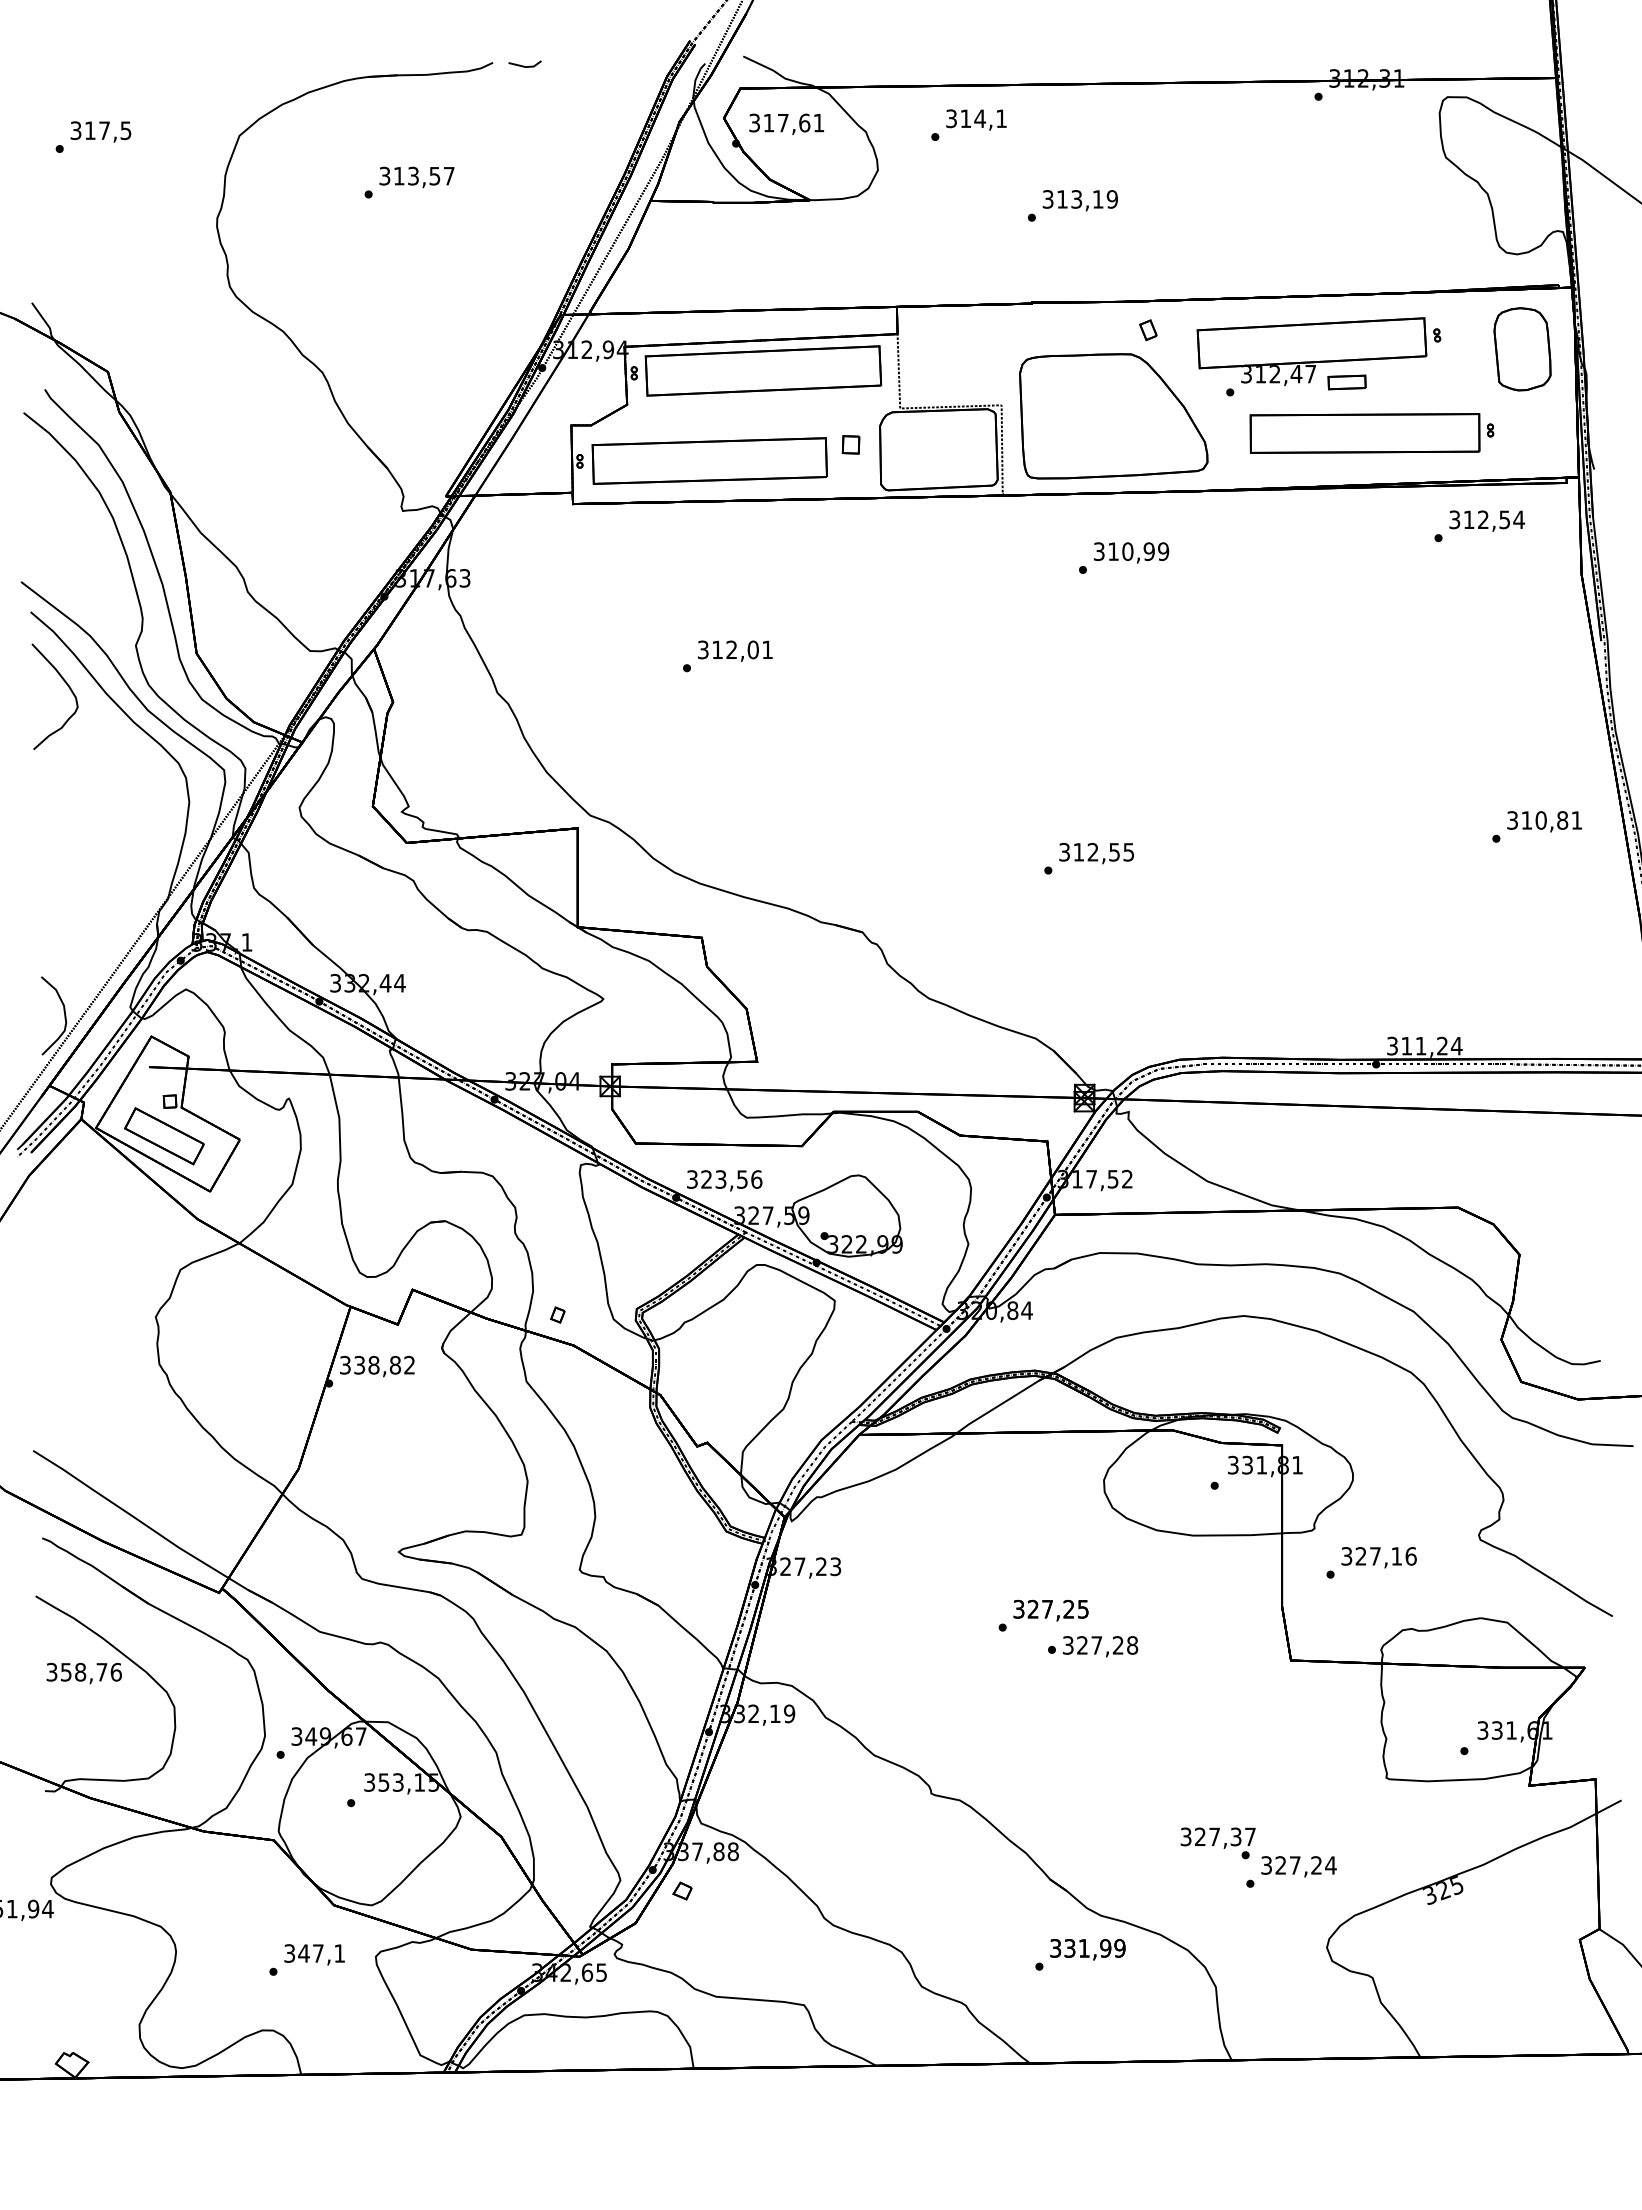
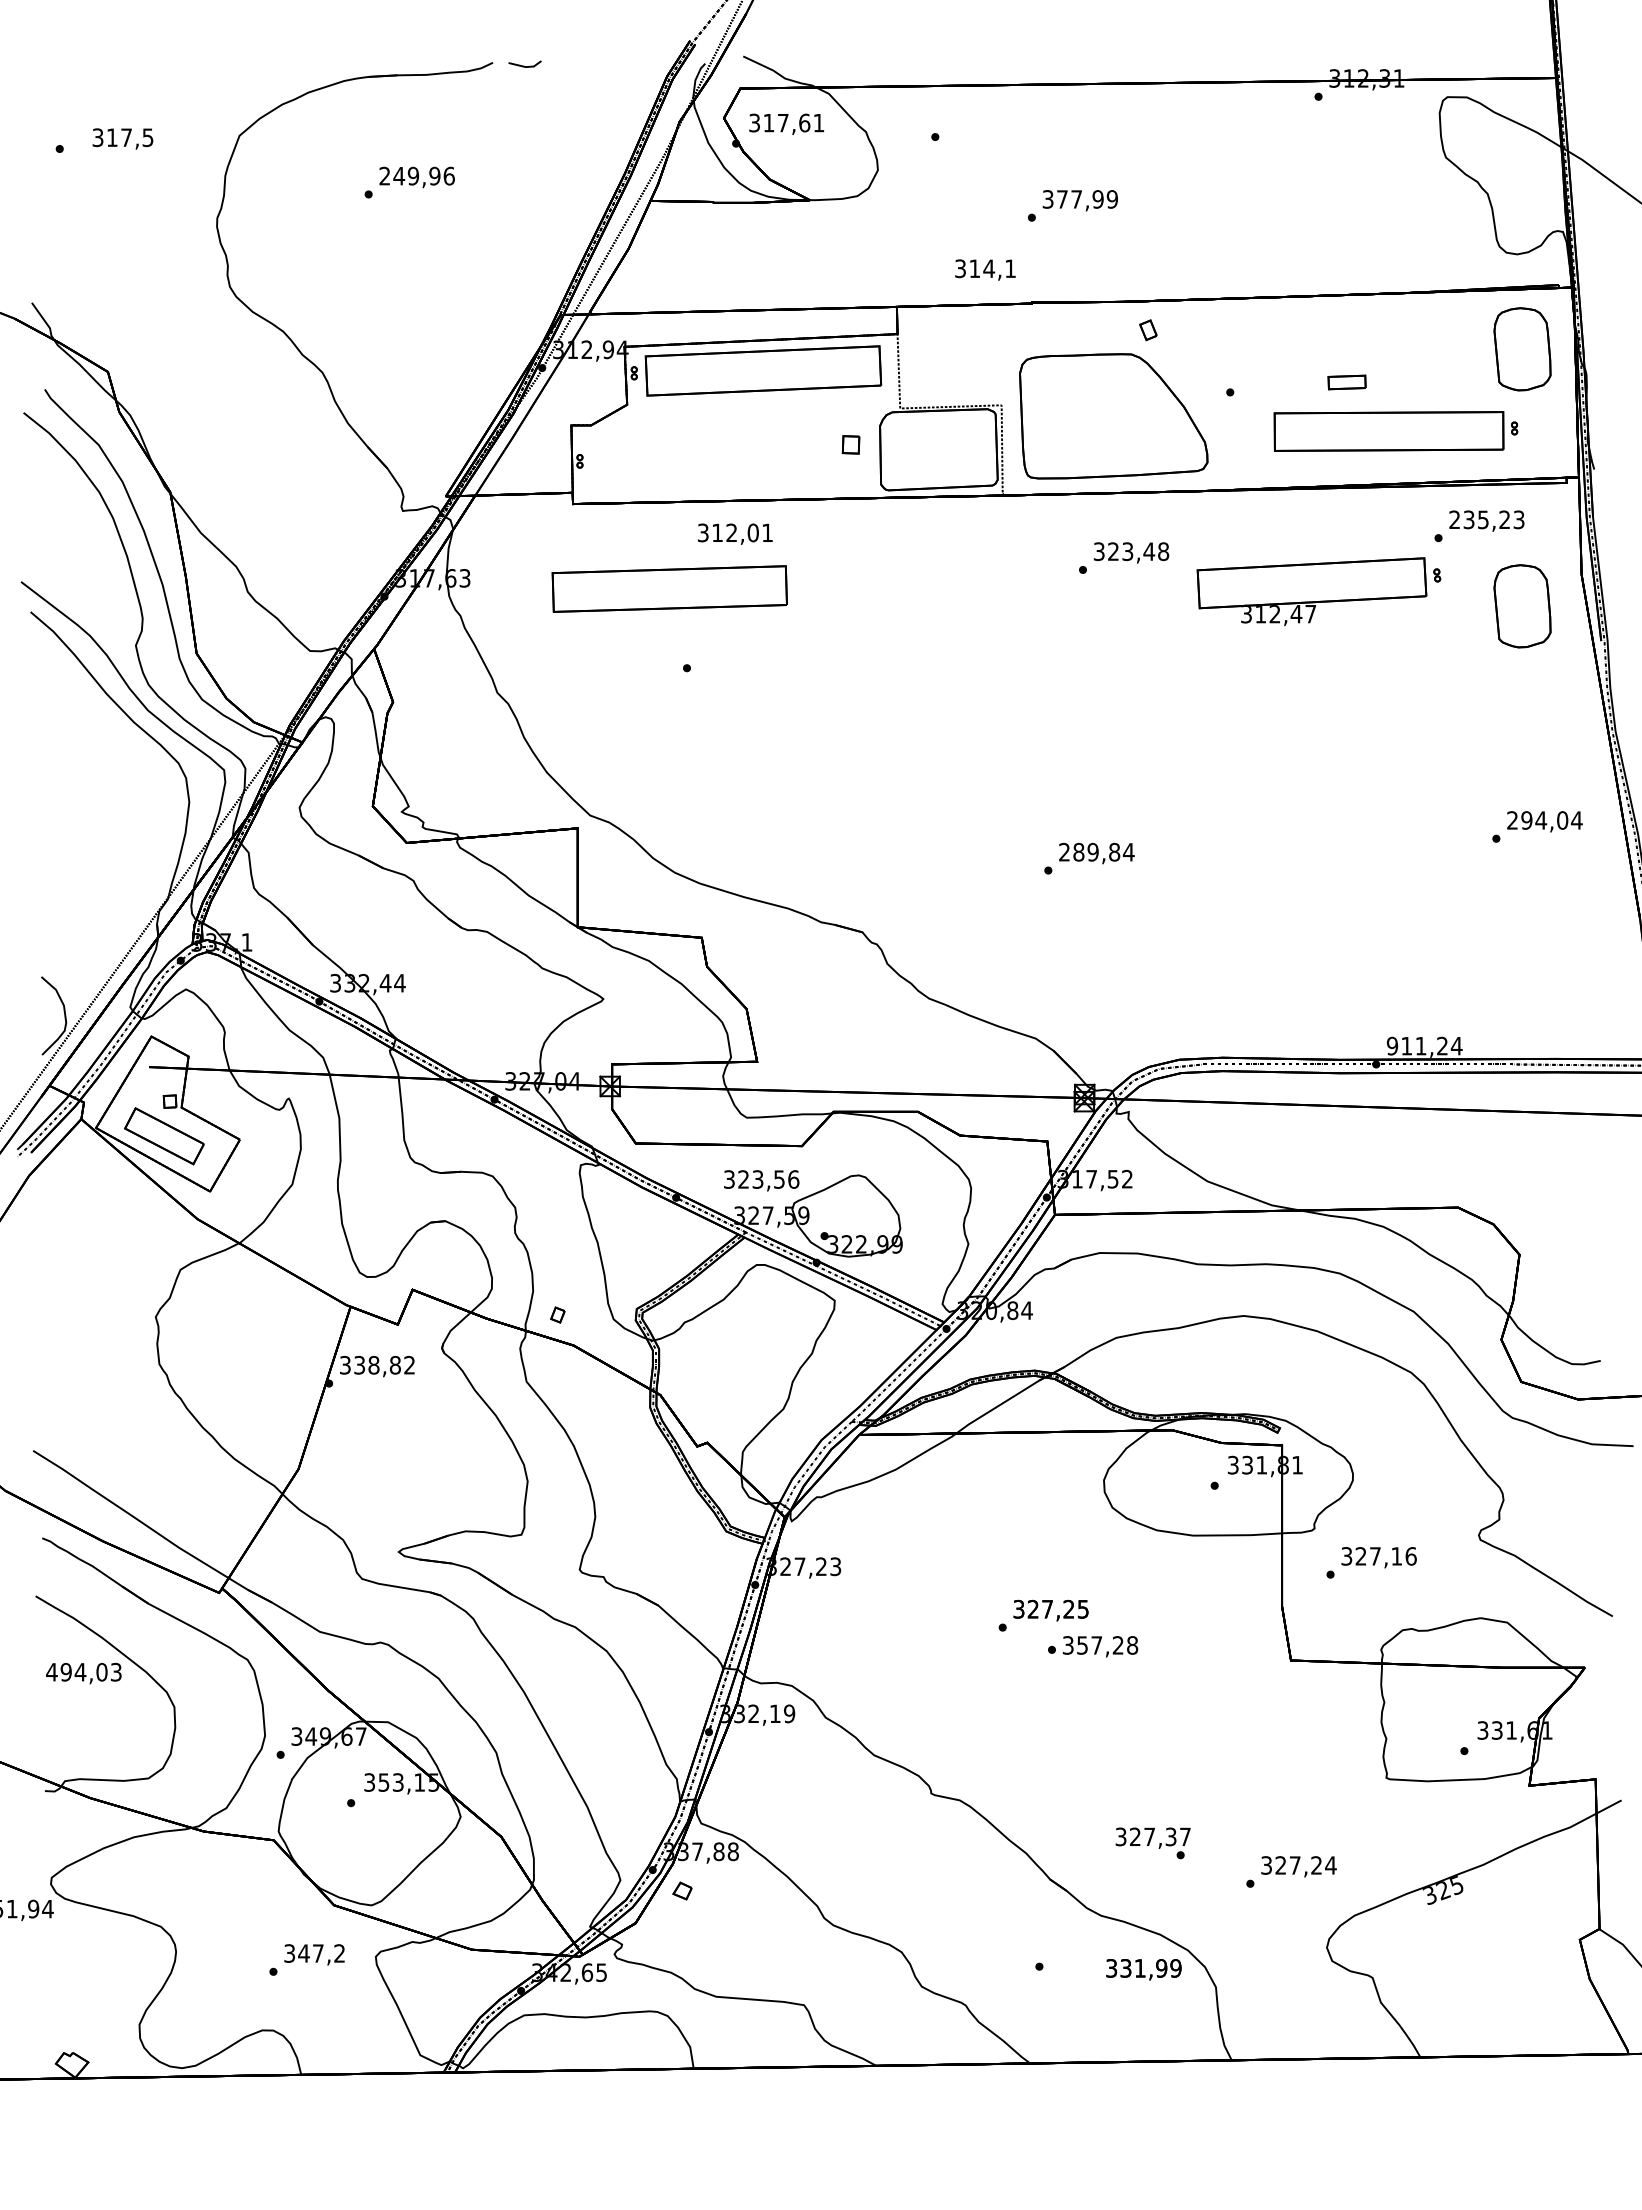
text at (976, 119) position: (976, 119) -> (985, 269)
text at (100, 131) position: (100, 131) -> (122, 138)
text at (416, 175): 313,57 -> 249,96
text at (1080, 199): 313,19 -> 377,99
part at (1318, 351) position: (1318, 351) -> (1318, 591)
part at (1371, 433) position: (1371, 433) -> (1395, 431)
part at (709, 460) position: (709, 460) -> (669, 588)
text at (1486, 519): 312,54 -> 235,23
text at (1138, 551): 310,99 -> 323,48
part at (1522, 606): none -> present
text at (735, 650) position: (735, 650) -> (735, 533)
curve at (67, 686): present -> none
text at (1544, 820): 310,81 -> 294,04
text at (1096, 851): 312,55 -> 289,84
text at (1392, 1045): 311,24 -> 911,24
text at (724, 1180) position: (724, 1180) -> (761, 1180)
text at (1082, 1645): 327,28 -> 357,28
text at (83, 1671): 358,76 -> 494,03
text at (1217, 1843) position: (1217, 1843) -> (1152, 1843)
text at (1087, 1949) position: (1087, 1949) -> (1143, 1969)
text at (339, 1953): 347,1 -> 347,2
